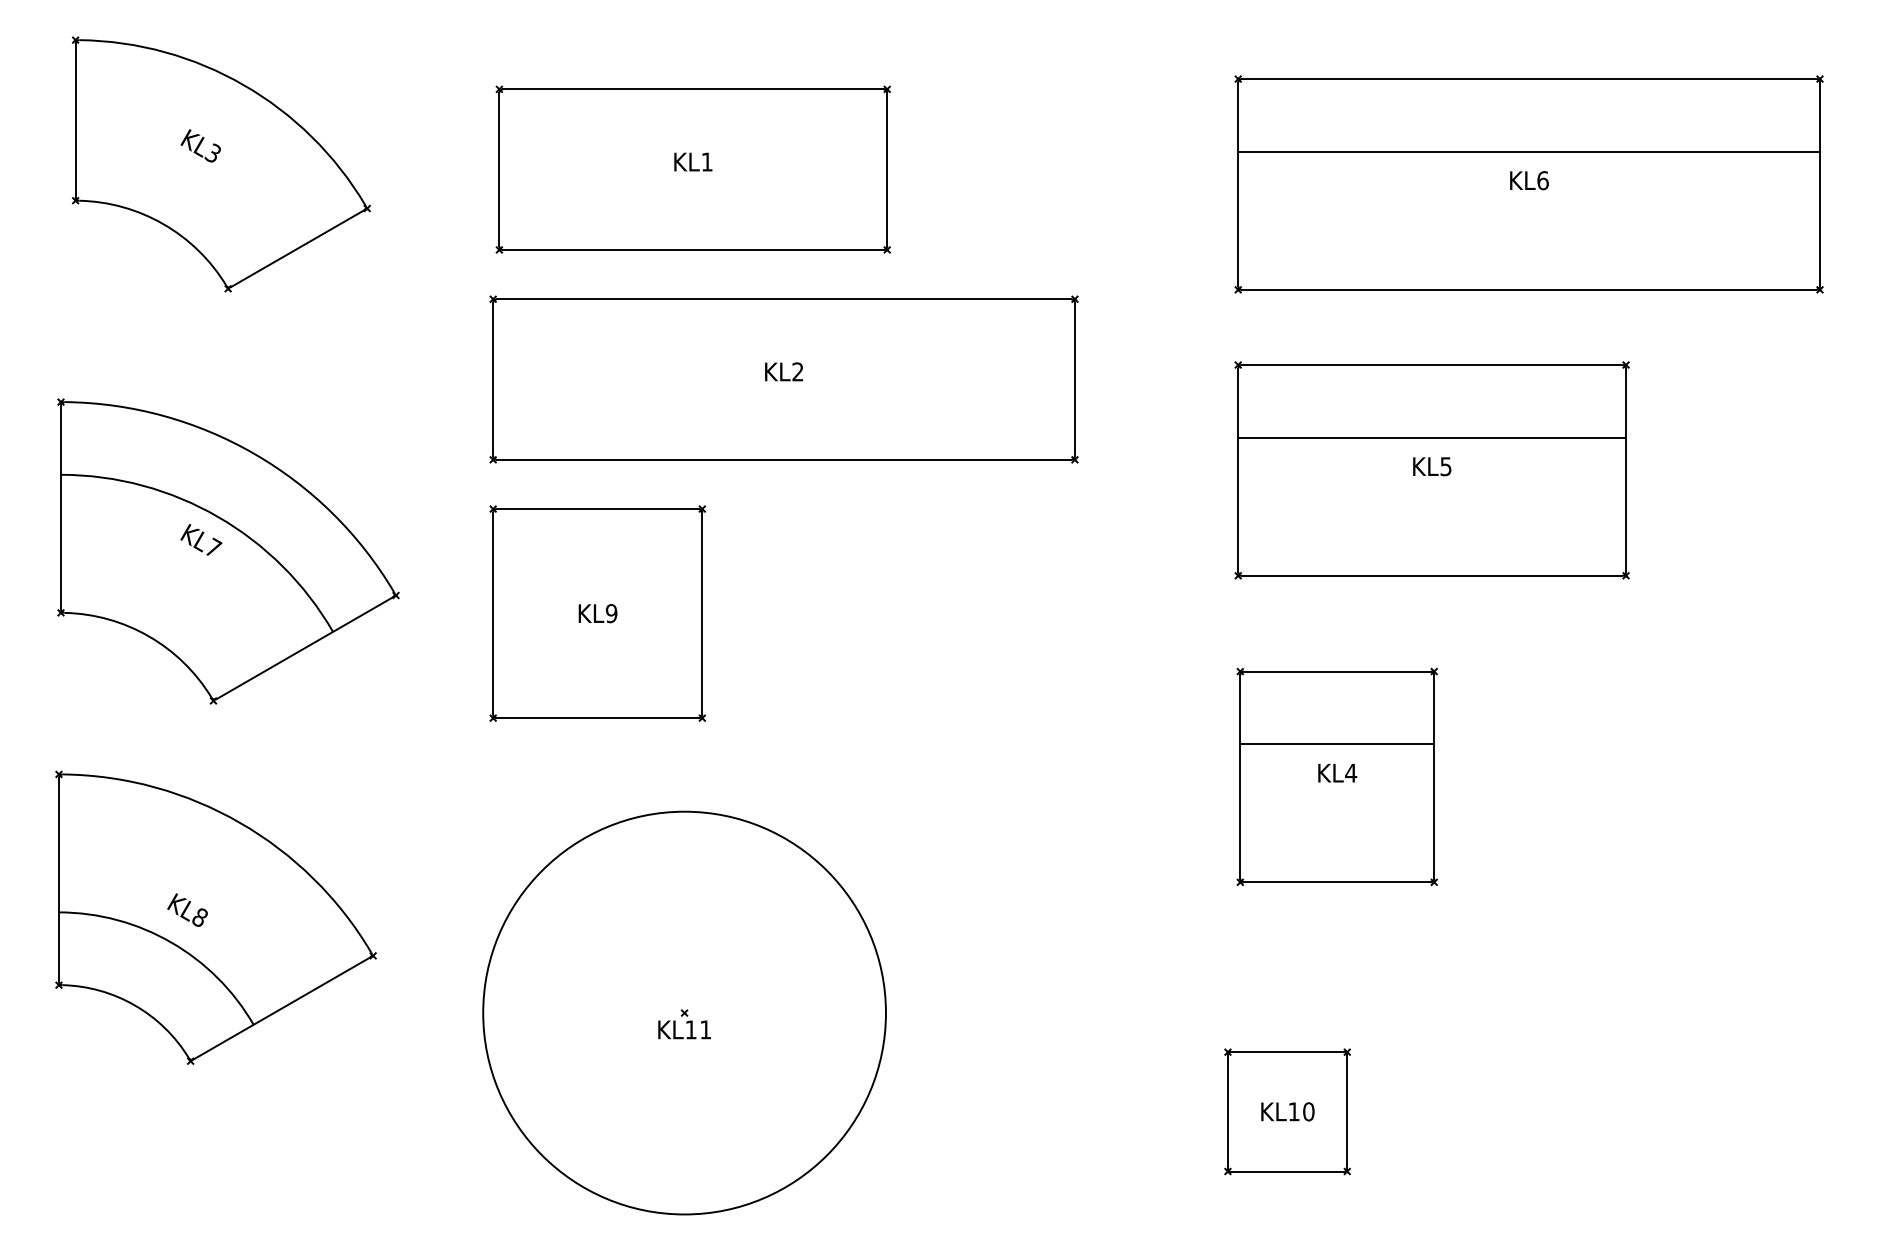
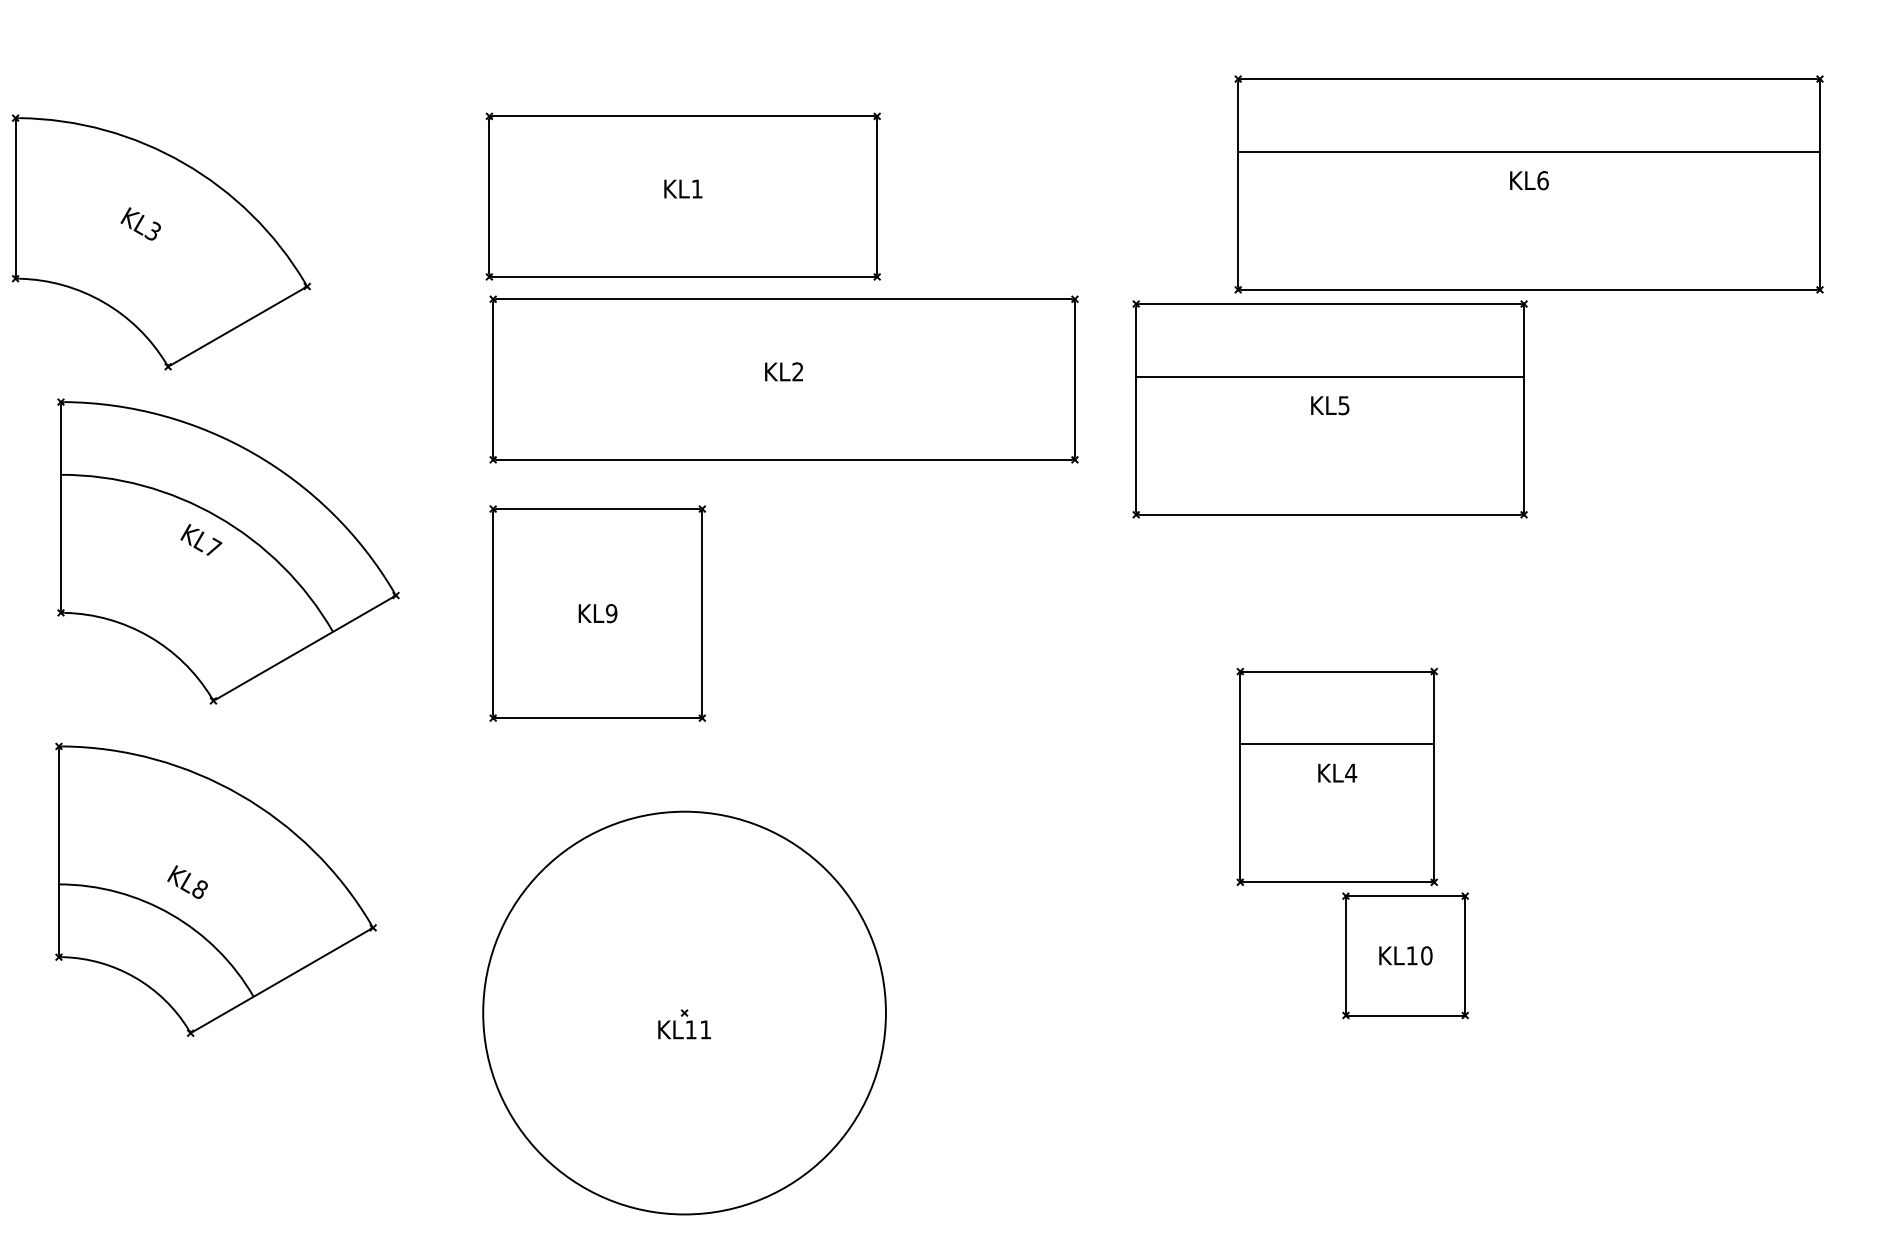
part at (220, 164) position: (220, 164) -> (160, 242)
part at (692, 169) position: (692, 169) -> (682, 196)
part at (1431, 470) position: (1431, 470) -> (1329, 409)
part at (215, 917) position: (215, 917) -> (215, 889)
part at (1287, 1111) position: (1287, 1111) -> (1405, 955)
